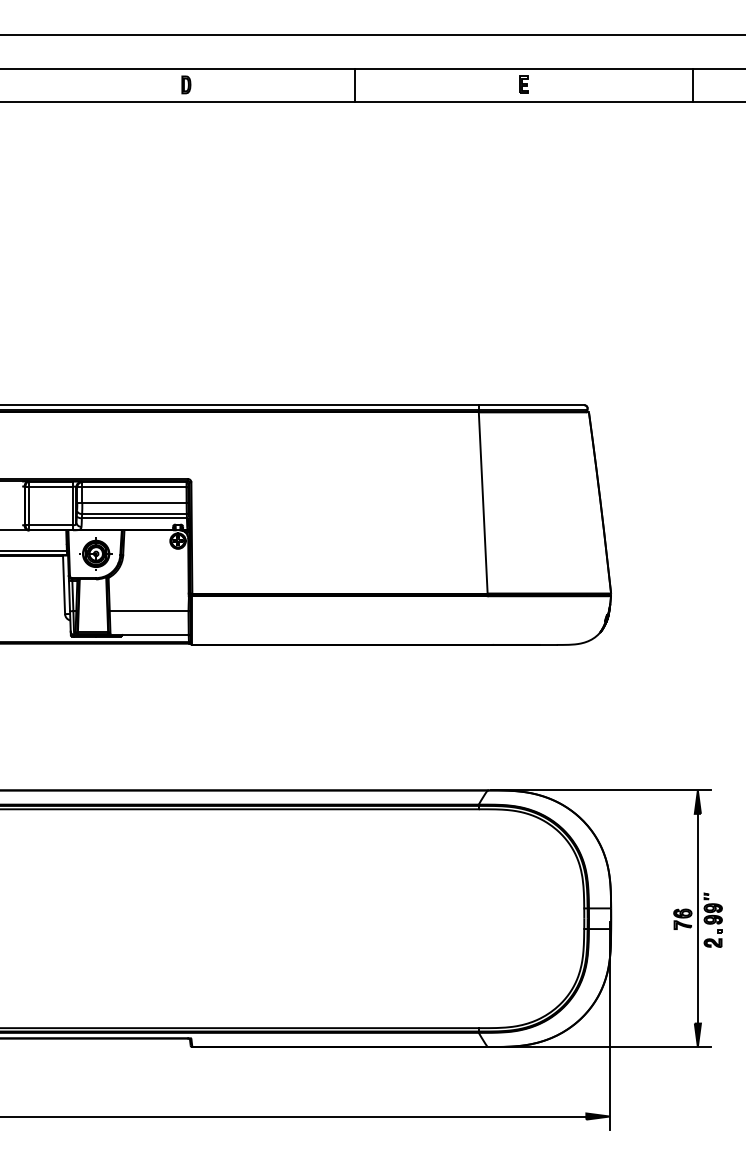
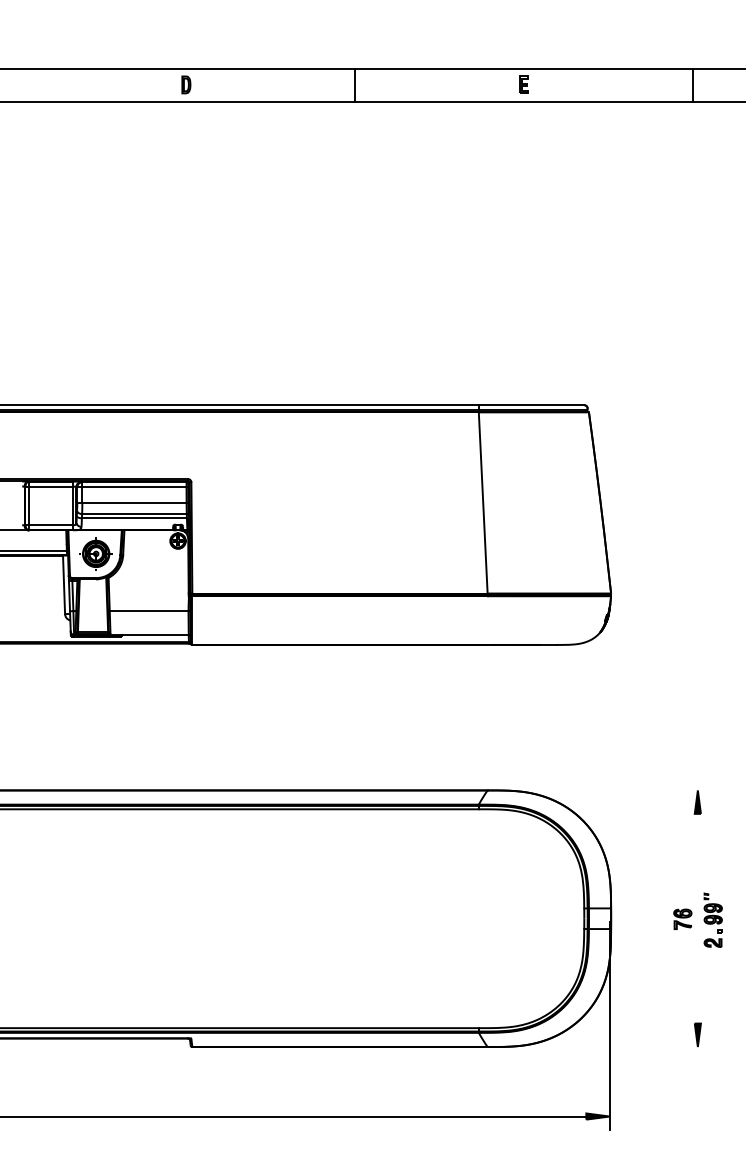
line at (372, 34): present -> none
line at (601, 790): present -> none
line at (697, 918): present -> none
line at (601, 1047): present -> none
